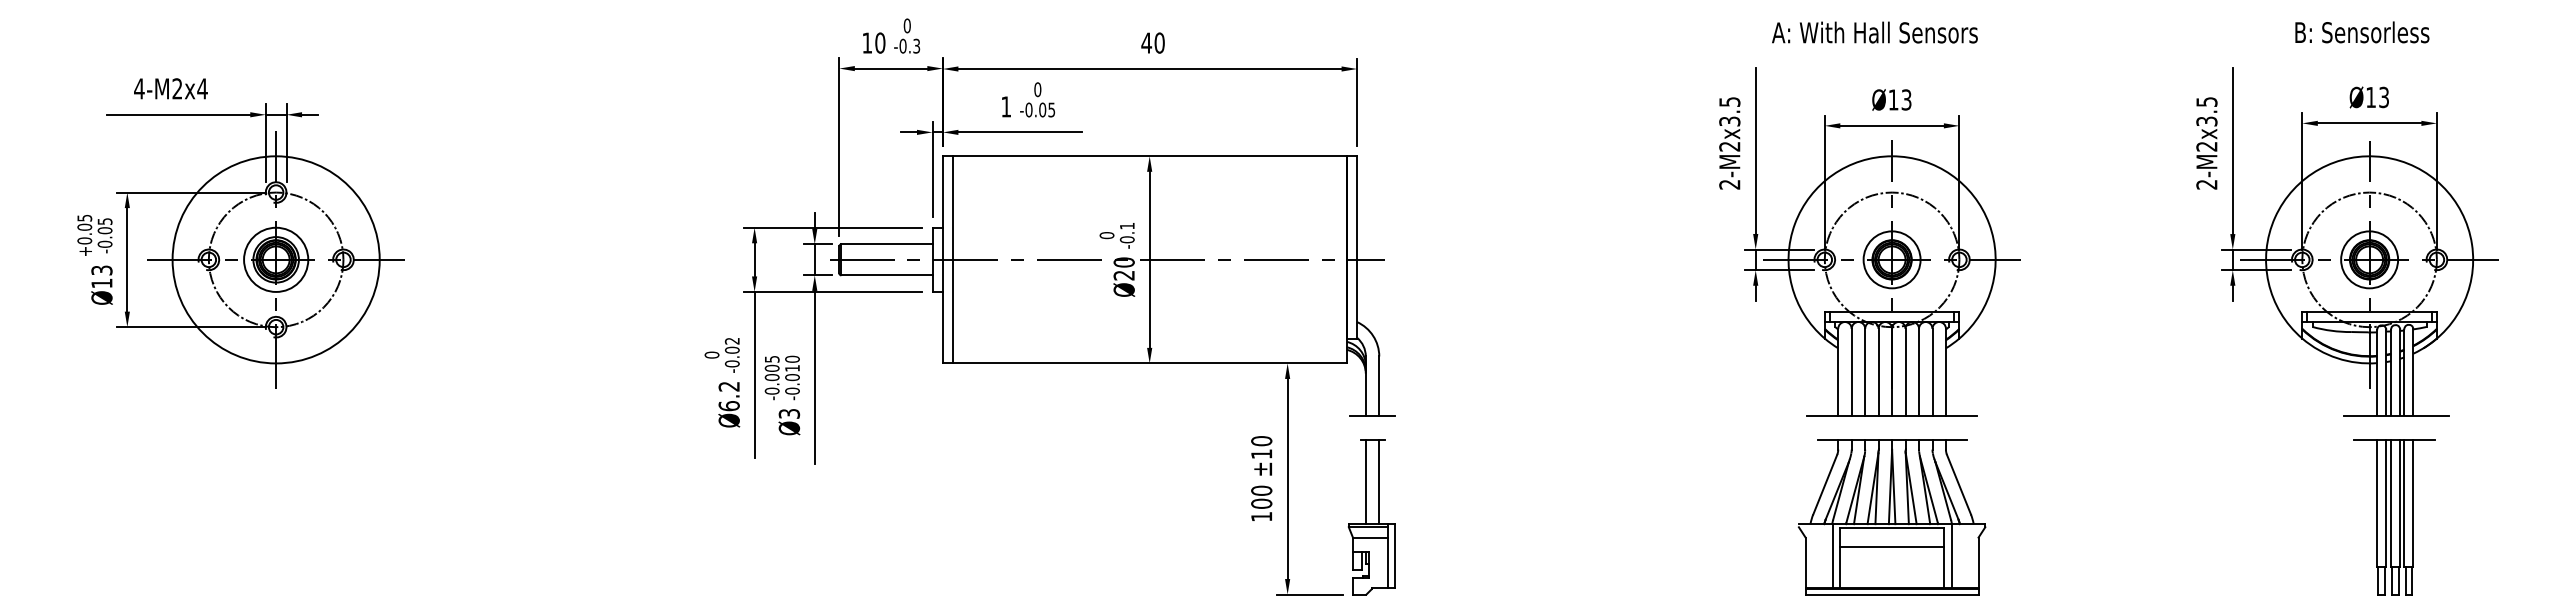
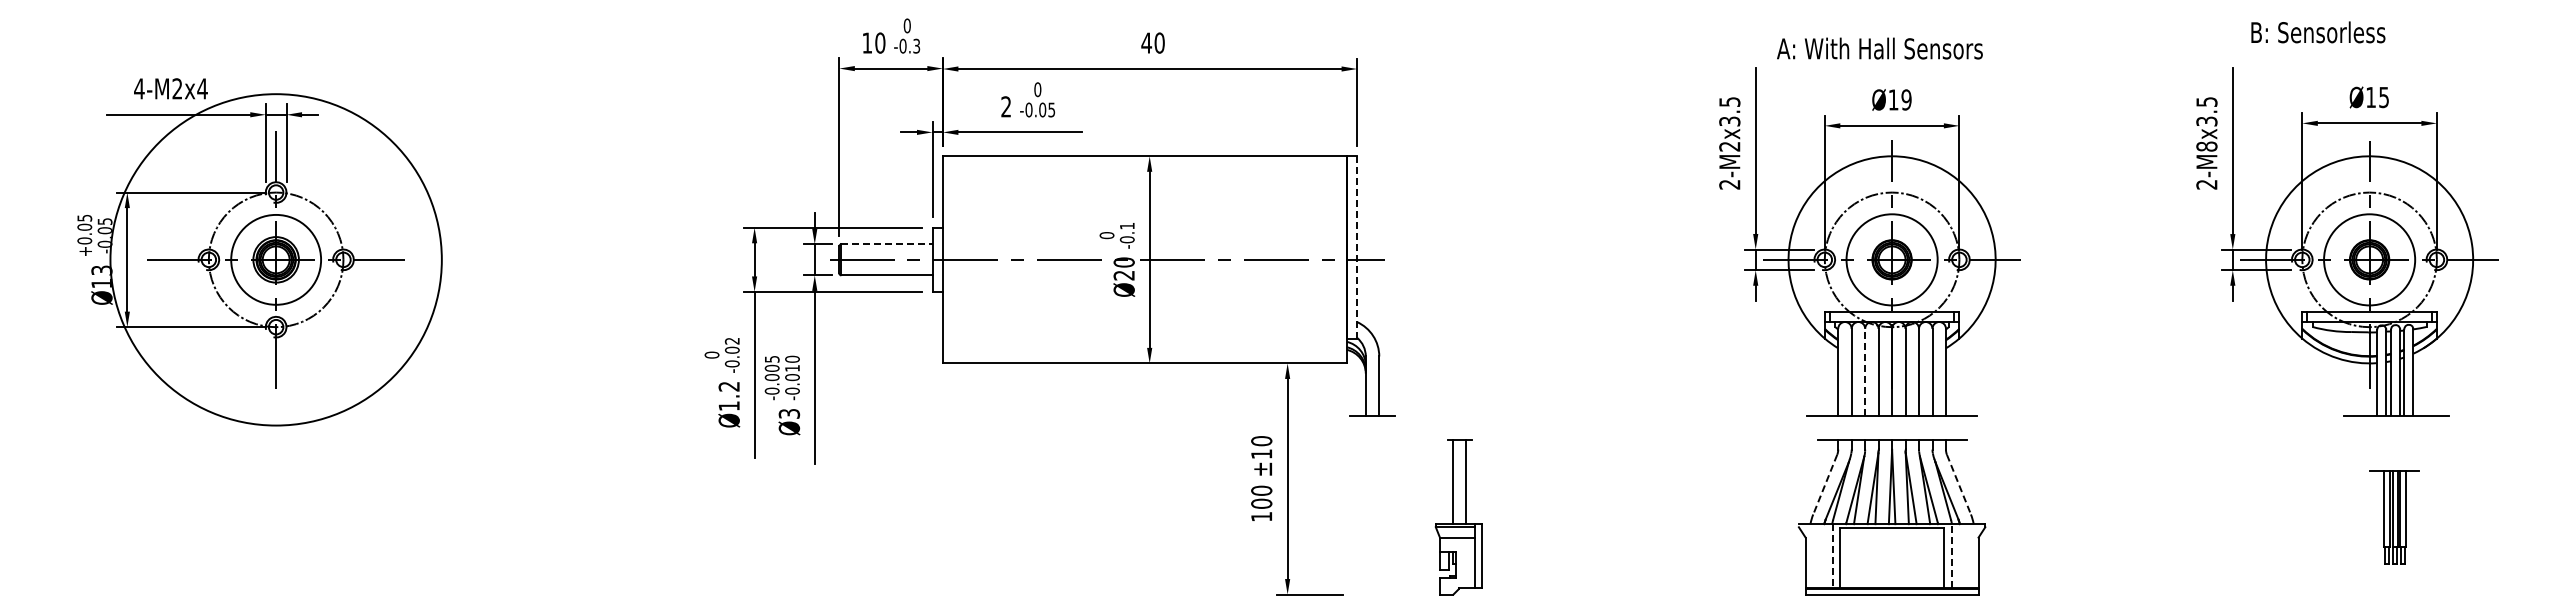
text at (1874, 32) position: (1874, 32) -> (1879, 48)
text at (2362, 32) position: (2362, 32) -> (2318, 32)
text at (2383, 96): Ø13 -> Ø15
text at (1906, 99): Ø13 -> Ø19
text at (1005, 106): 1 -> 2
text at (2206, 146): 2-M2x3.5 -> 2-M8x3.5
line at (886, 244): solid -> dashed
line at (1357, 247): solid -> dashed
circle at (275, 259) diameter: 207 px -> 331 px
circle at (276, 259) diameter: 64 px -> 90 px
line at (953, 259): present -> none
circle at (1891, 259) diameter: 57 px -> 91 px
circle at (2369, 259) diameter: 57 px -> 91 px
line at (1865, 372): solid -> dashed
text at (728, 406): Ø6.2 -> Ø1.2
line at (1825, 485): solid -> dashed
line at (1959, 485): solid -> dashed
part at (1371, 517) position: (1371, 517) -> (1458, 517)
part at (2394, 517) size: 83x157 px -> 51x95 px
line at (1891, 546): present -> none
line at (1951, 555): solid -> dashed
line at (1832, 556): solid -> dashed
